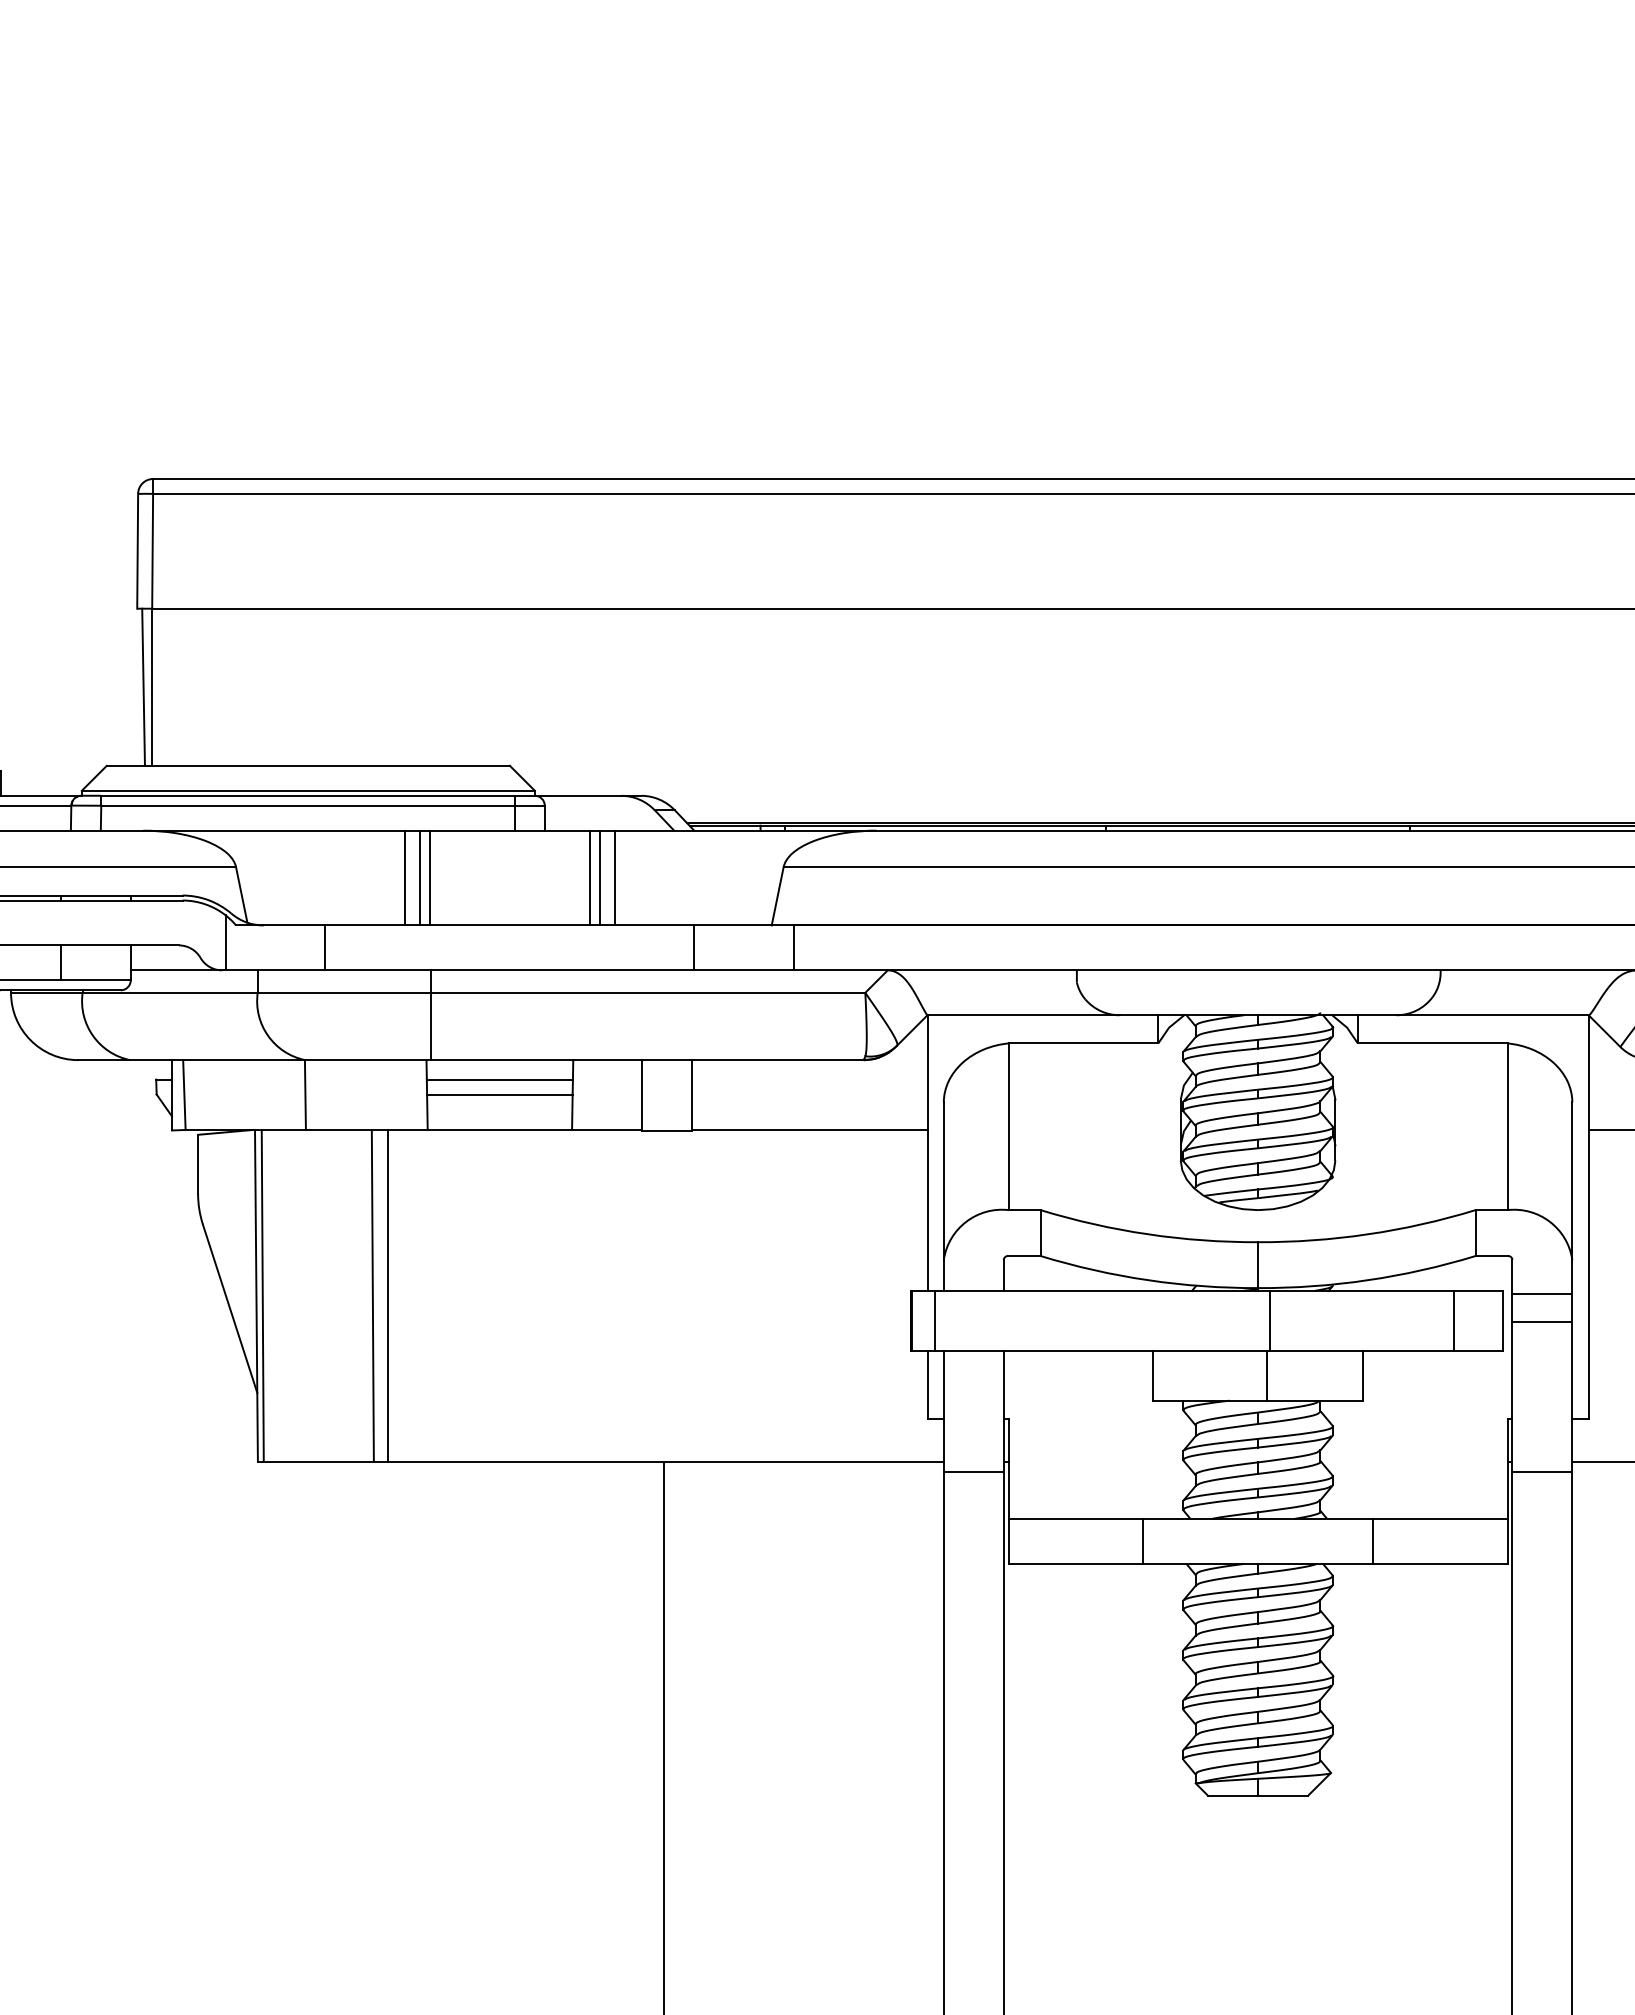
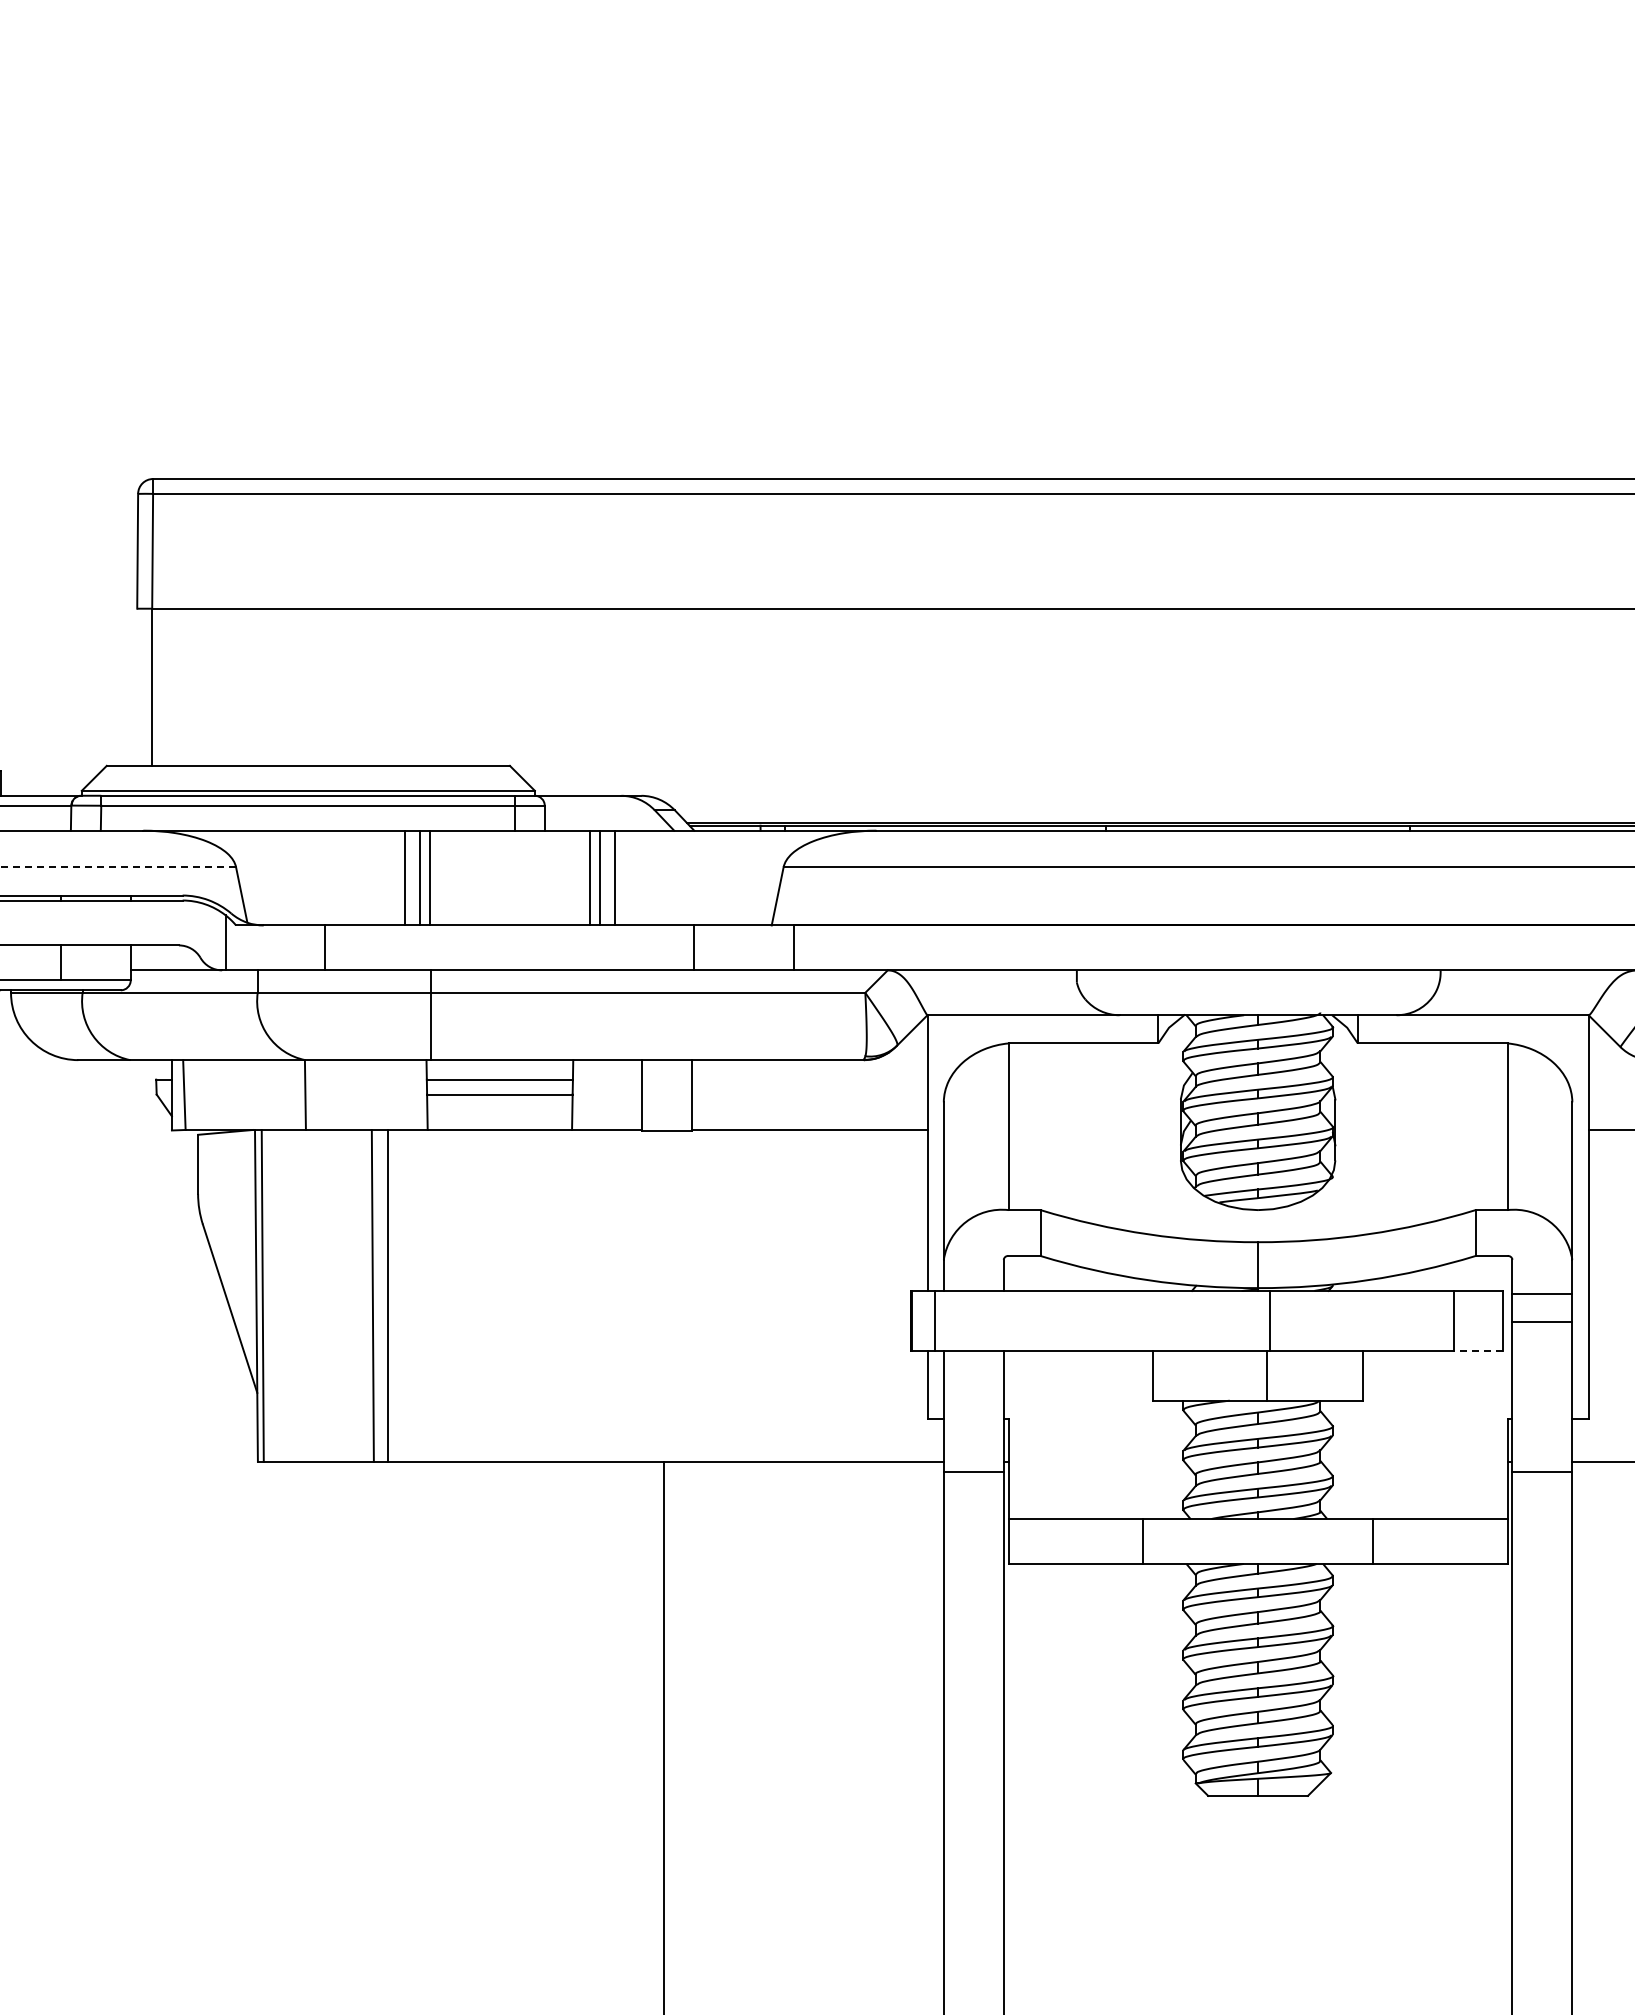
line at (143, 686): present -> none
line at (118, 867): solid -> dashed
line at (1478, 1350): solid -> dashed
